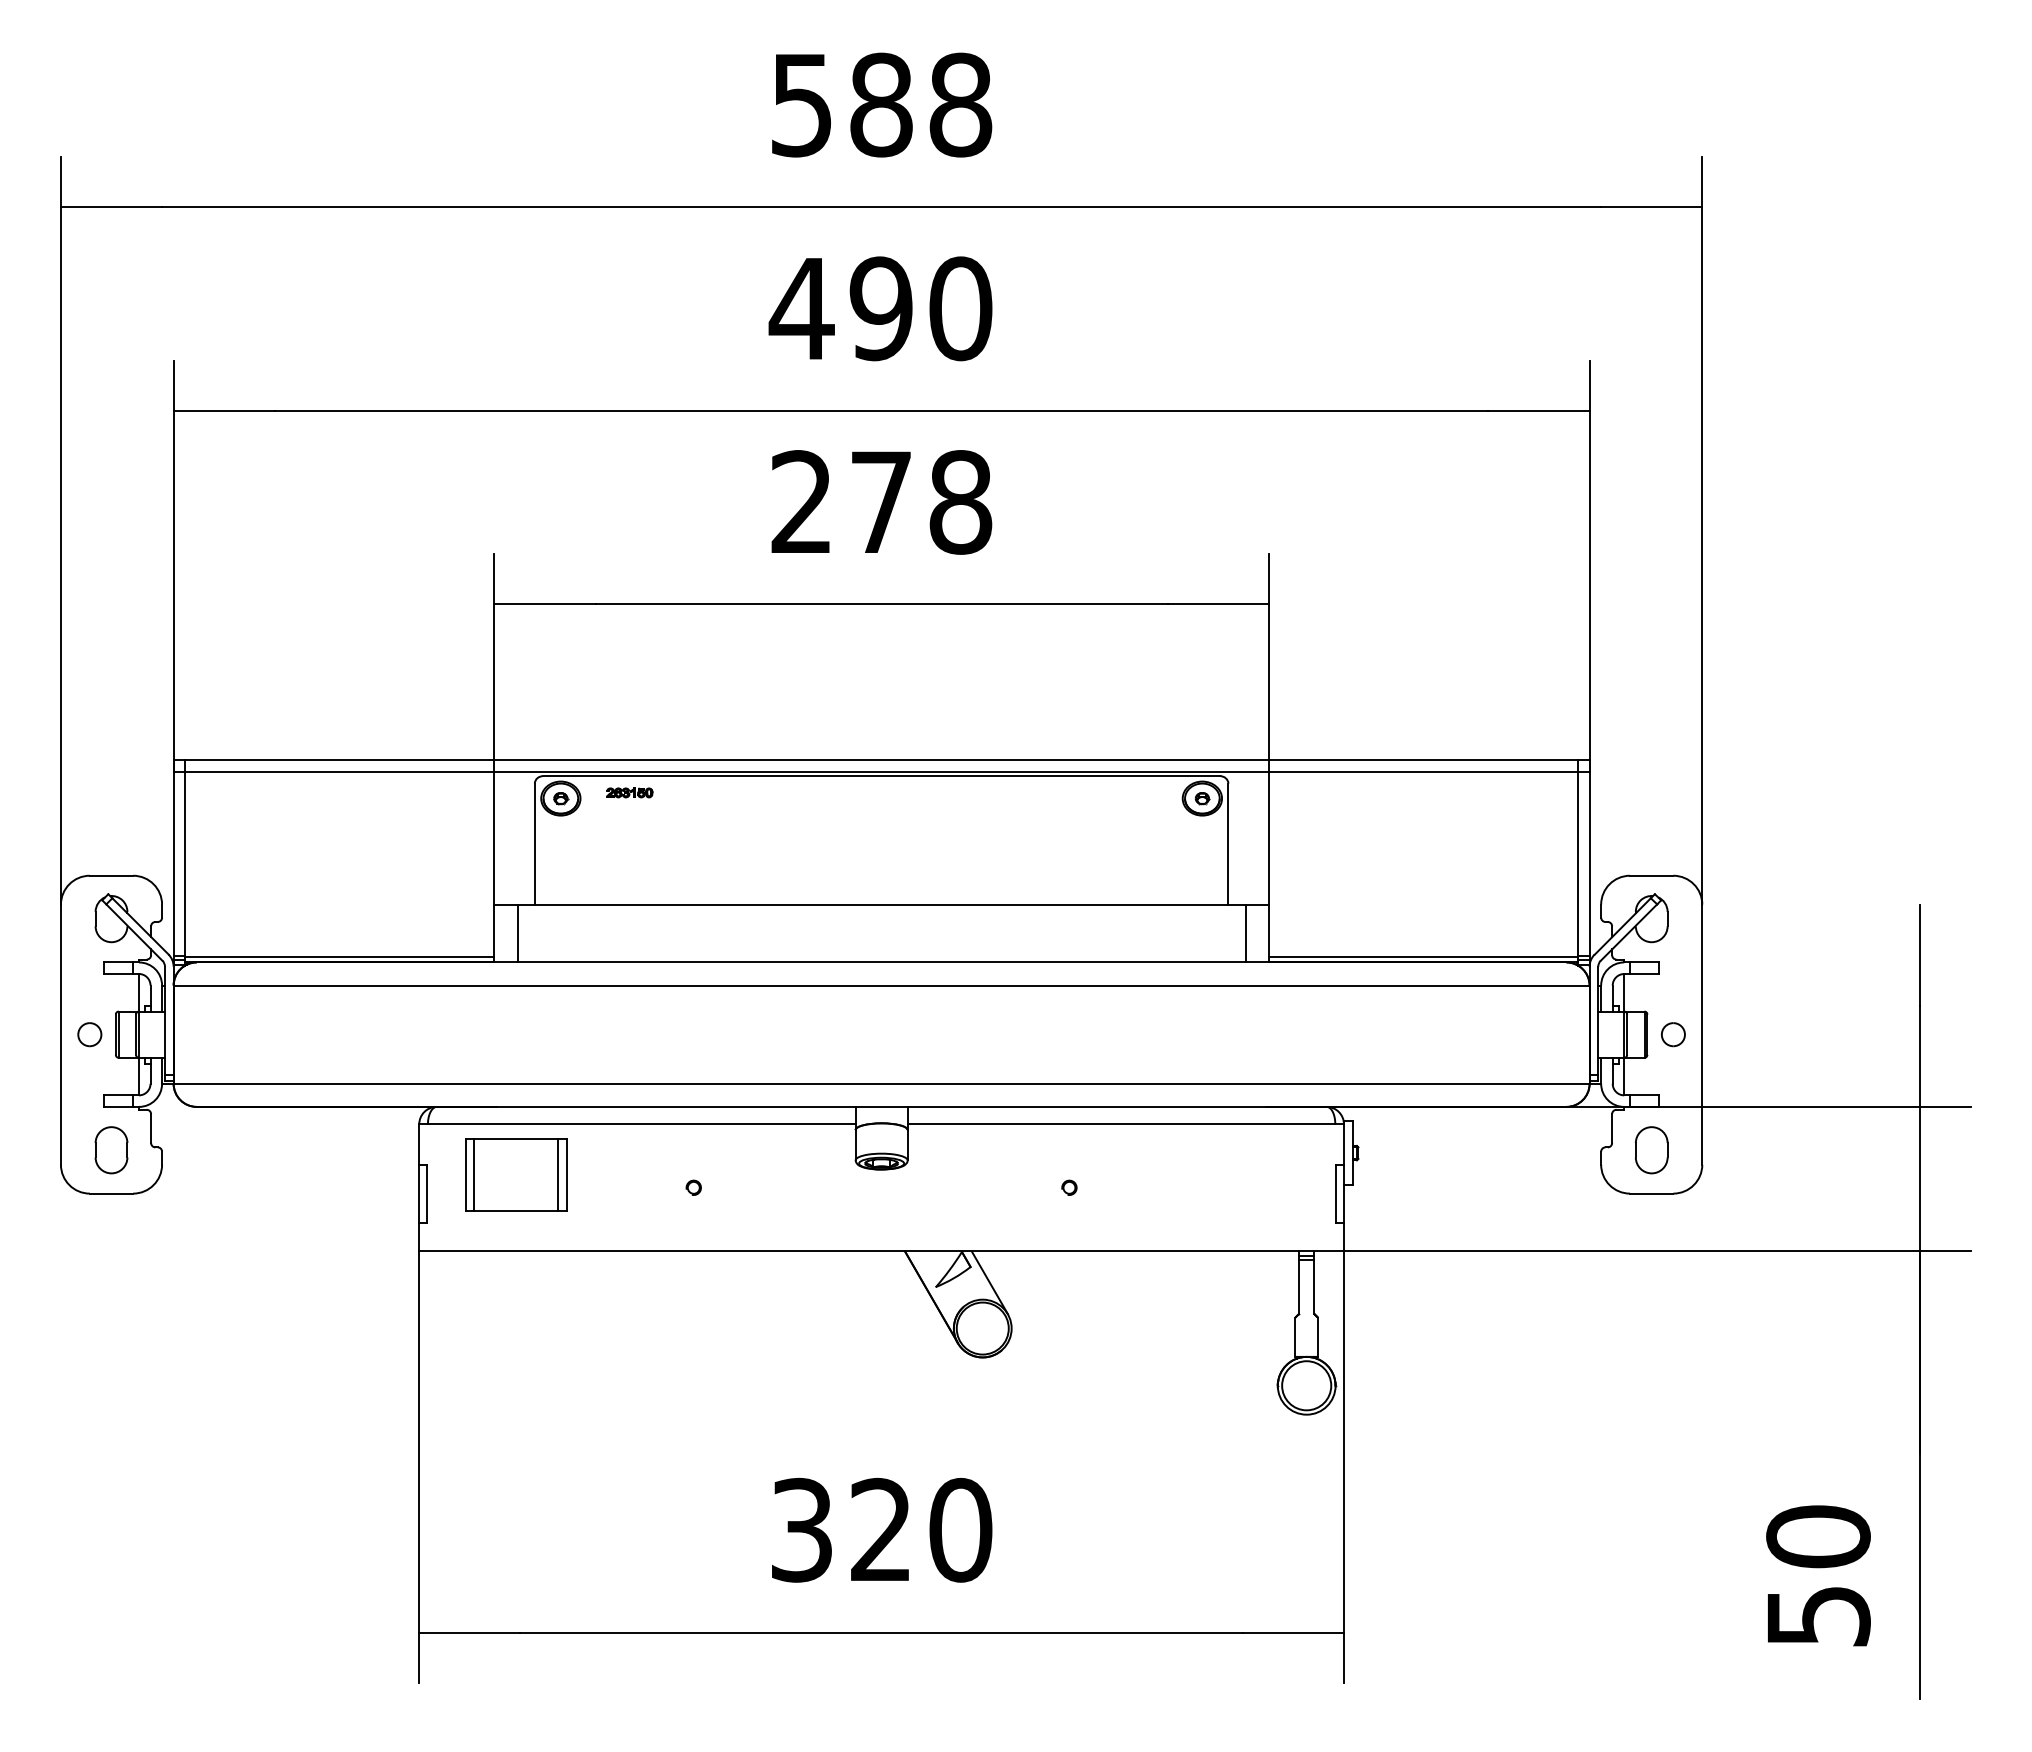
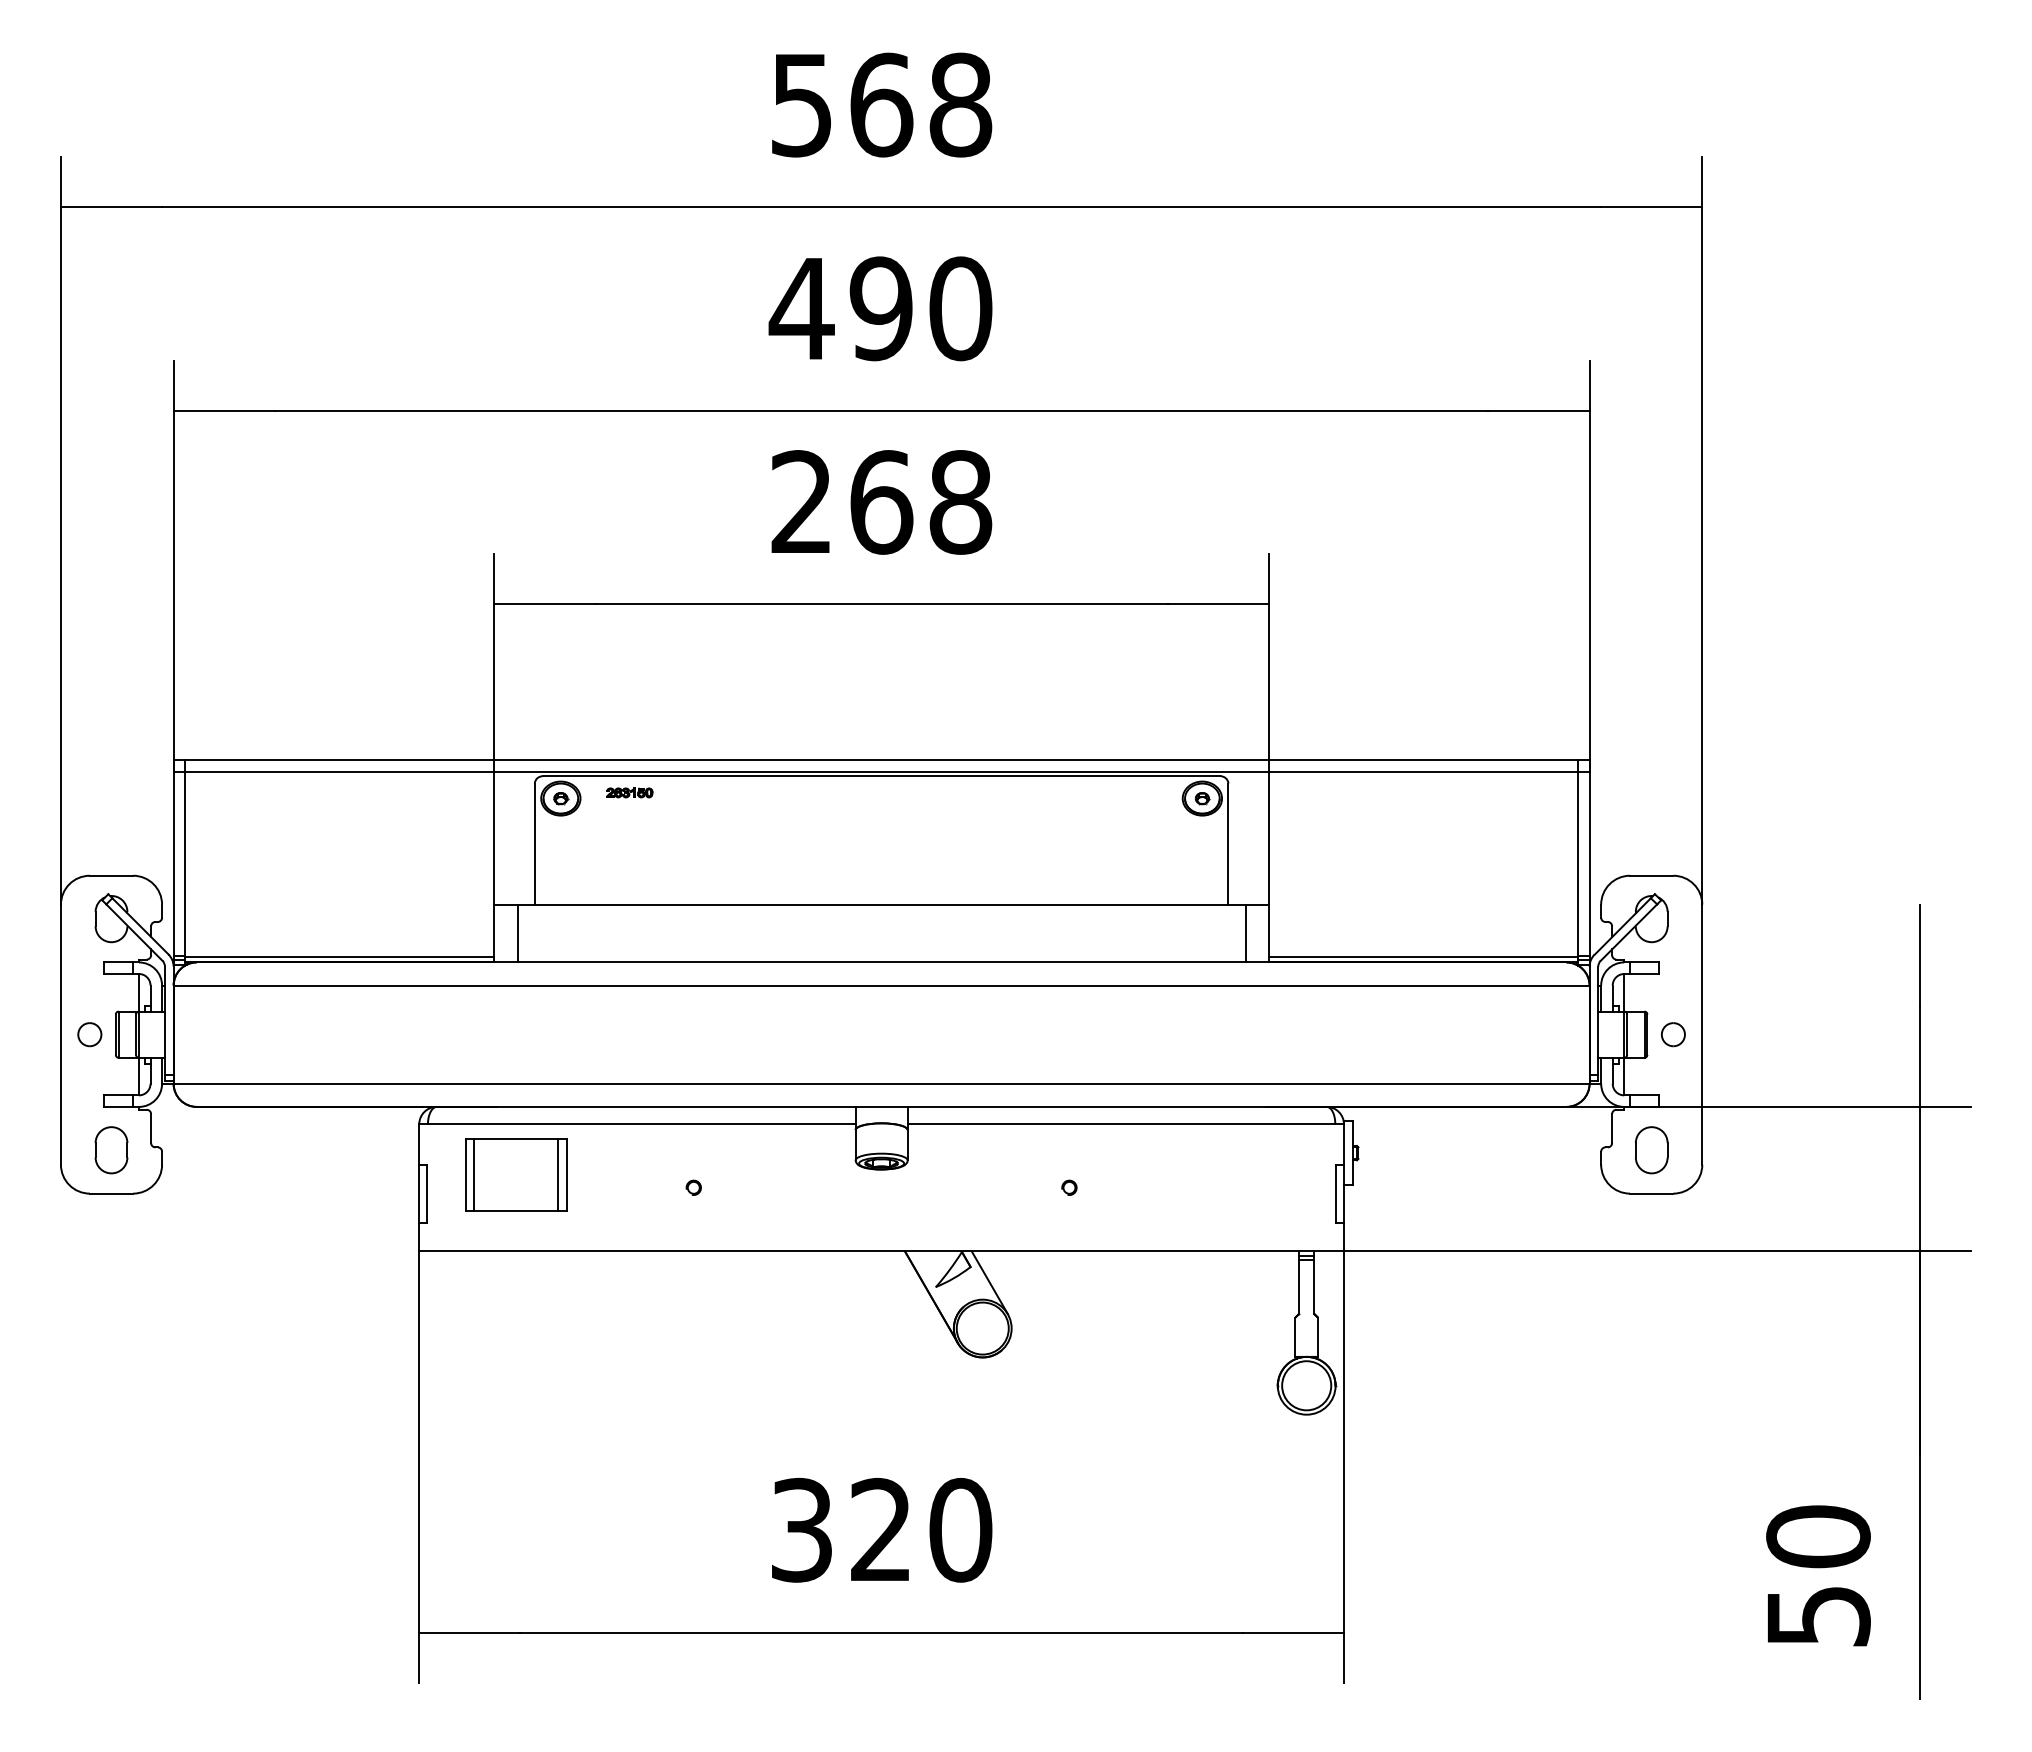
text at (881, 104): 588 -> 568
text at (881, 502): 278 -> 268
